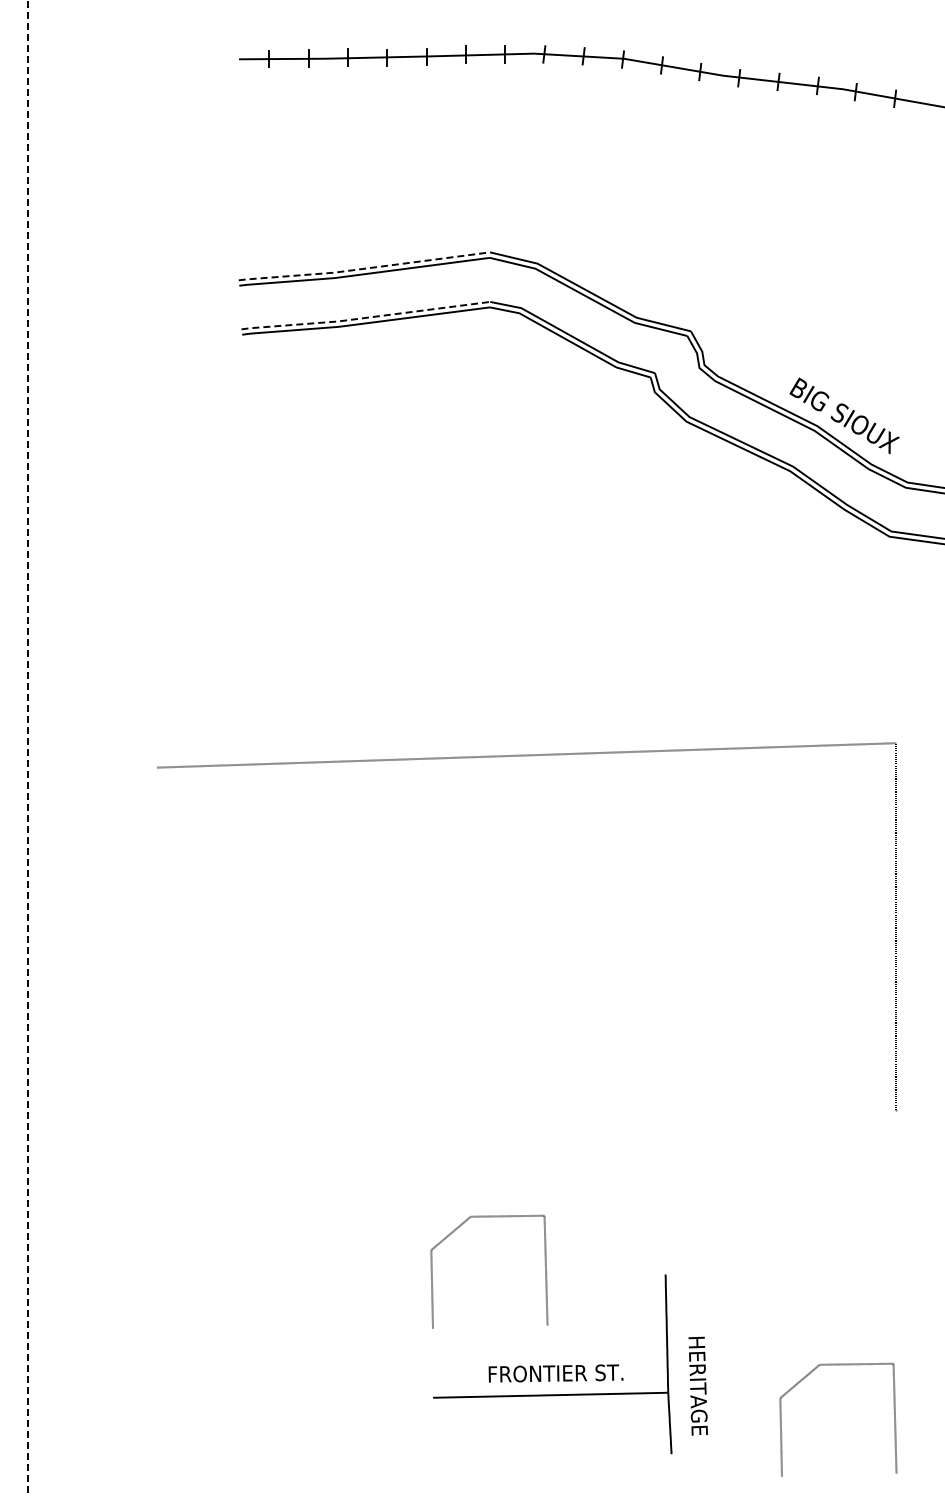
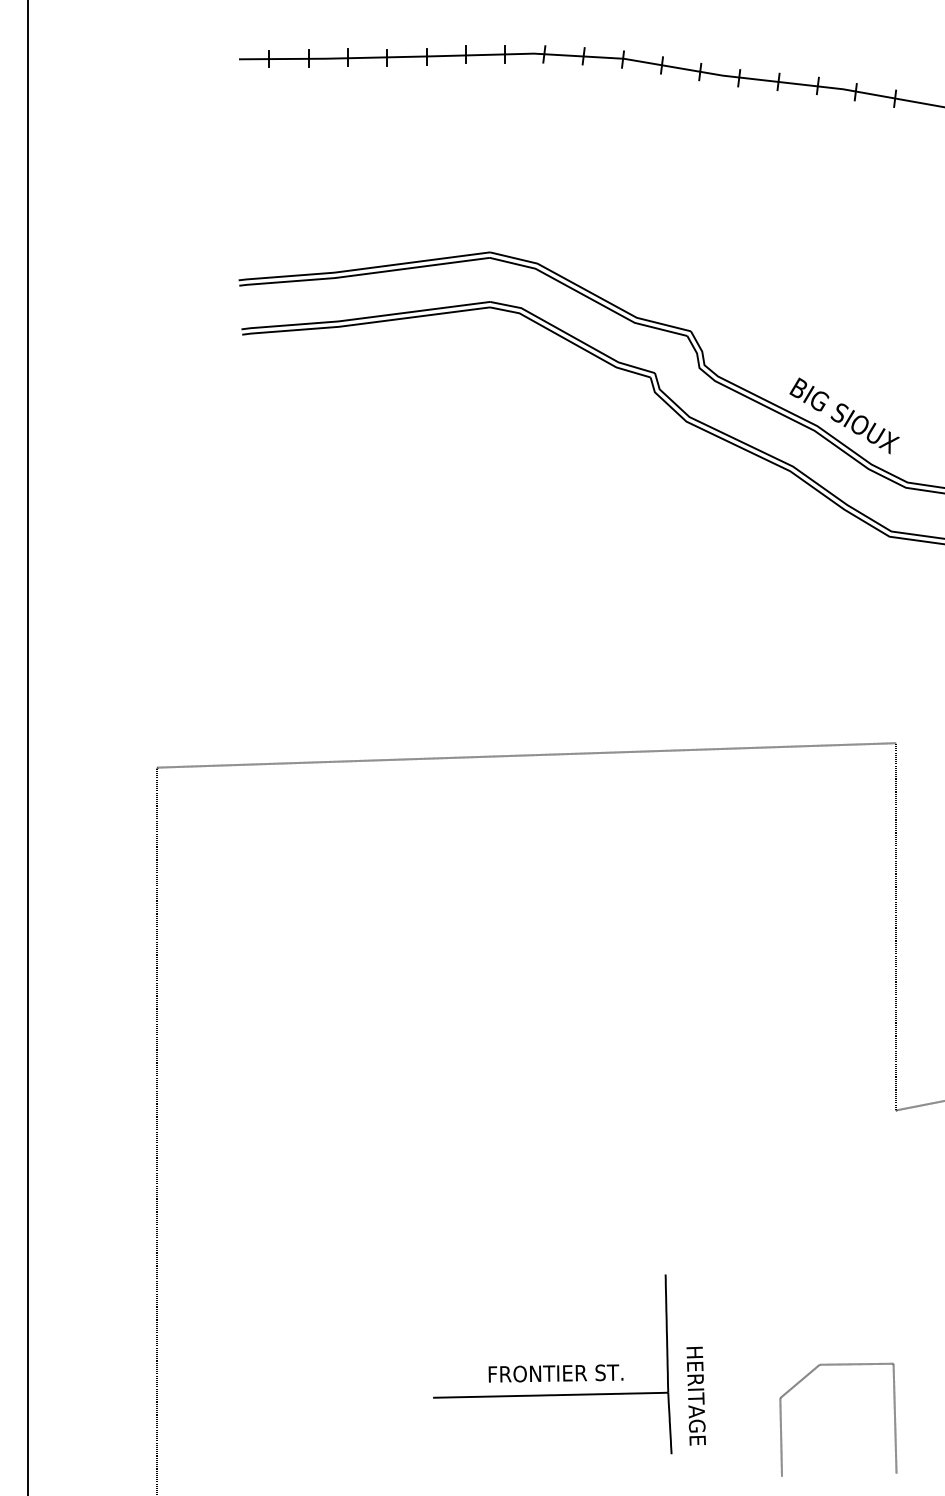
line at (363, 268): dashed -> solid
line at (365, 318): dashed -> solid
line at (28, 748): dashed -> solid
line at (918, 1105): none -> present
line at (156, 1129): none -> present
part at (457, 1229): present -> none
text at (697, 1385) position: (697, 1385) -> (695, 1395)
